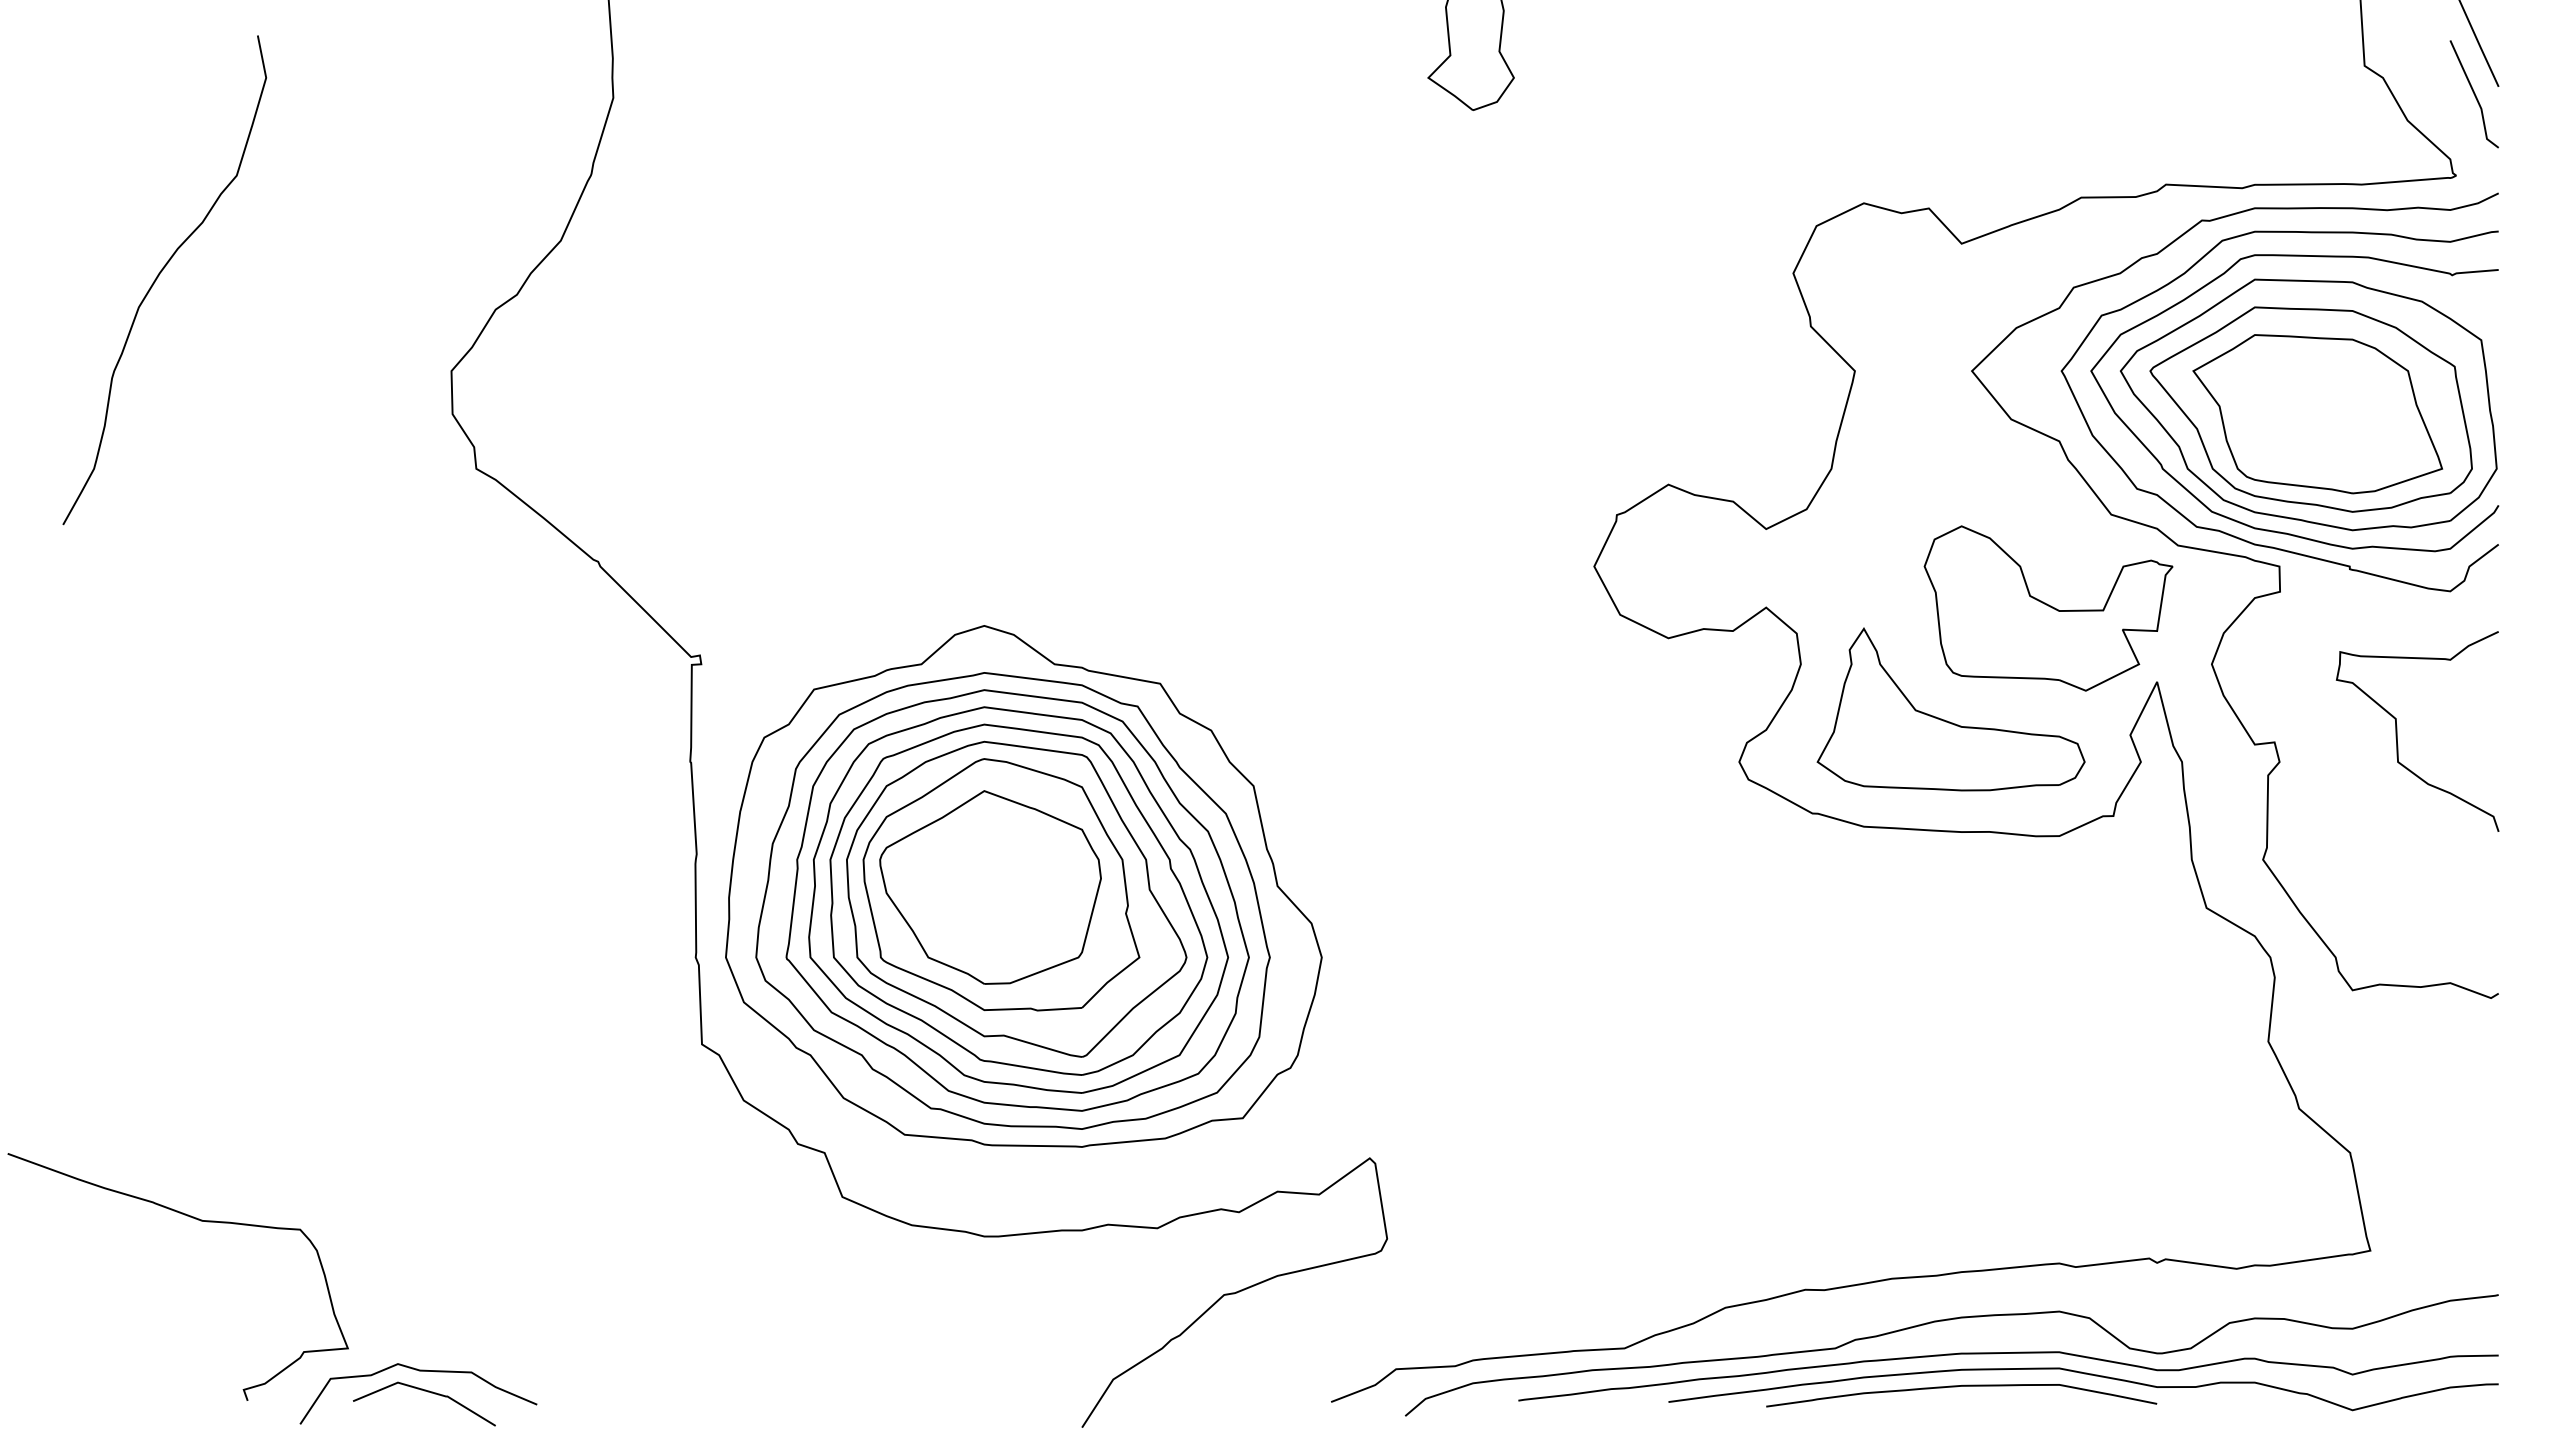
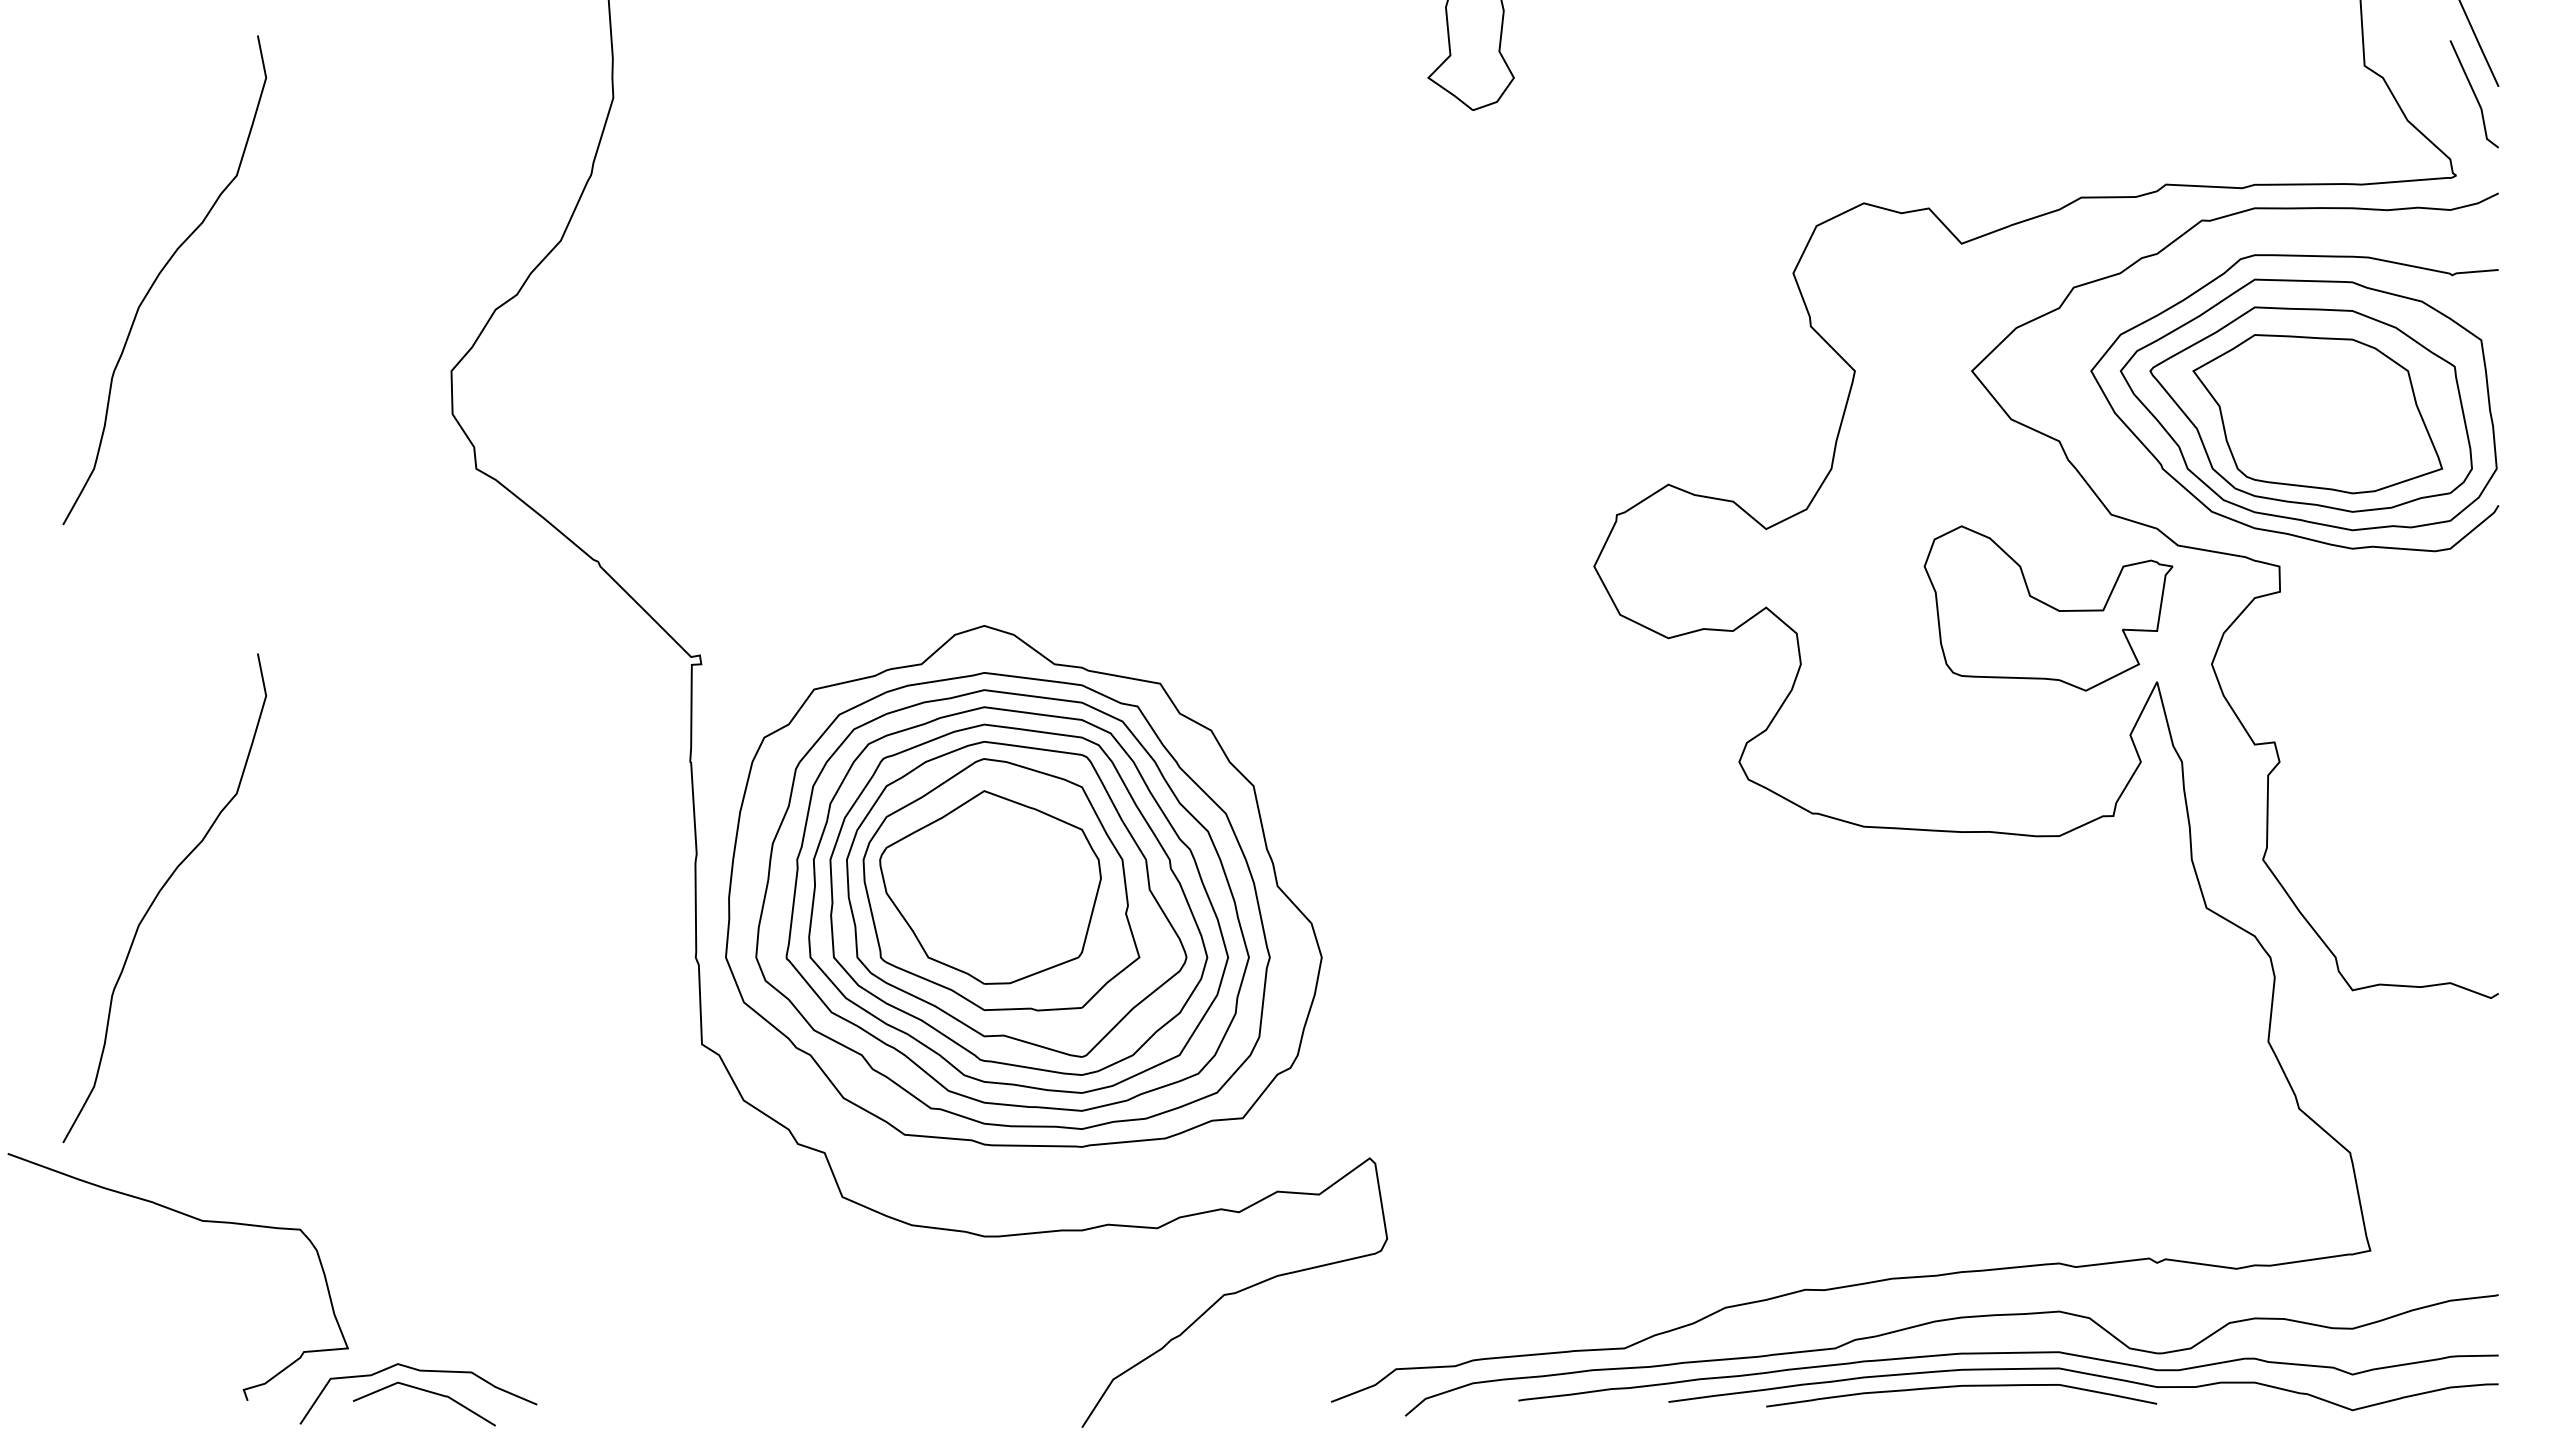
curve at (2229, 533): present -> none
part at (1947, 720): present -> none
curve at (2397, 731): present -> none
curve at (158, 895): none -> present
